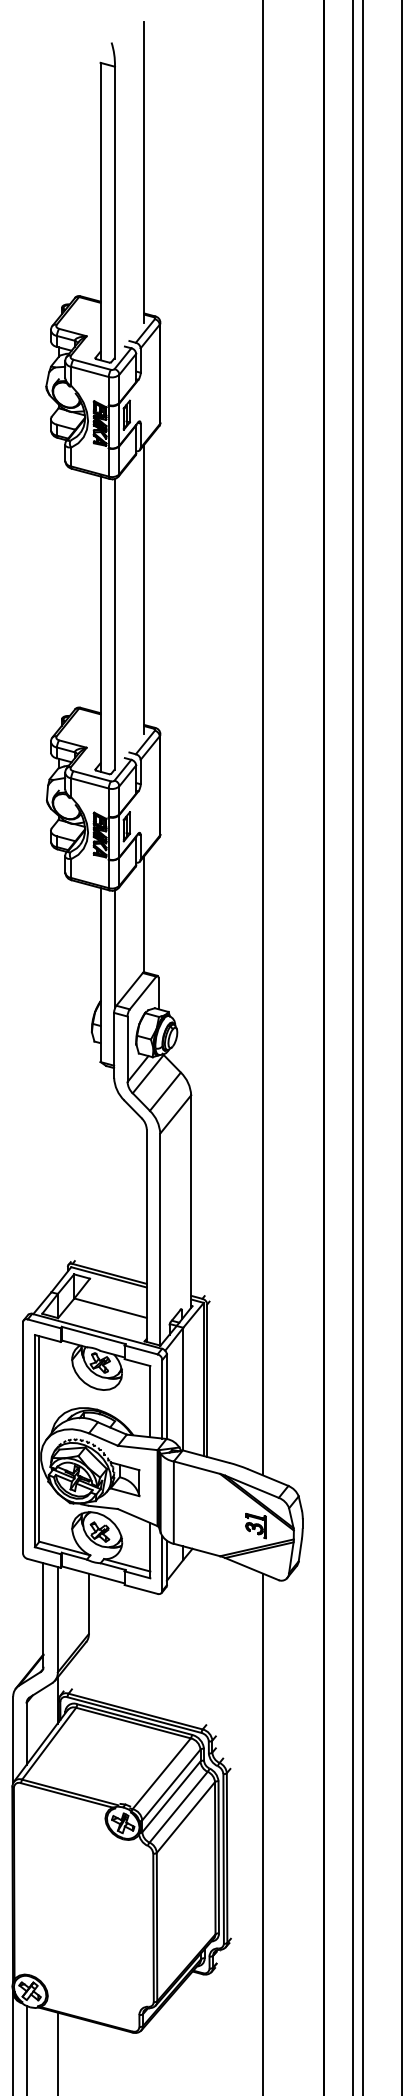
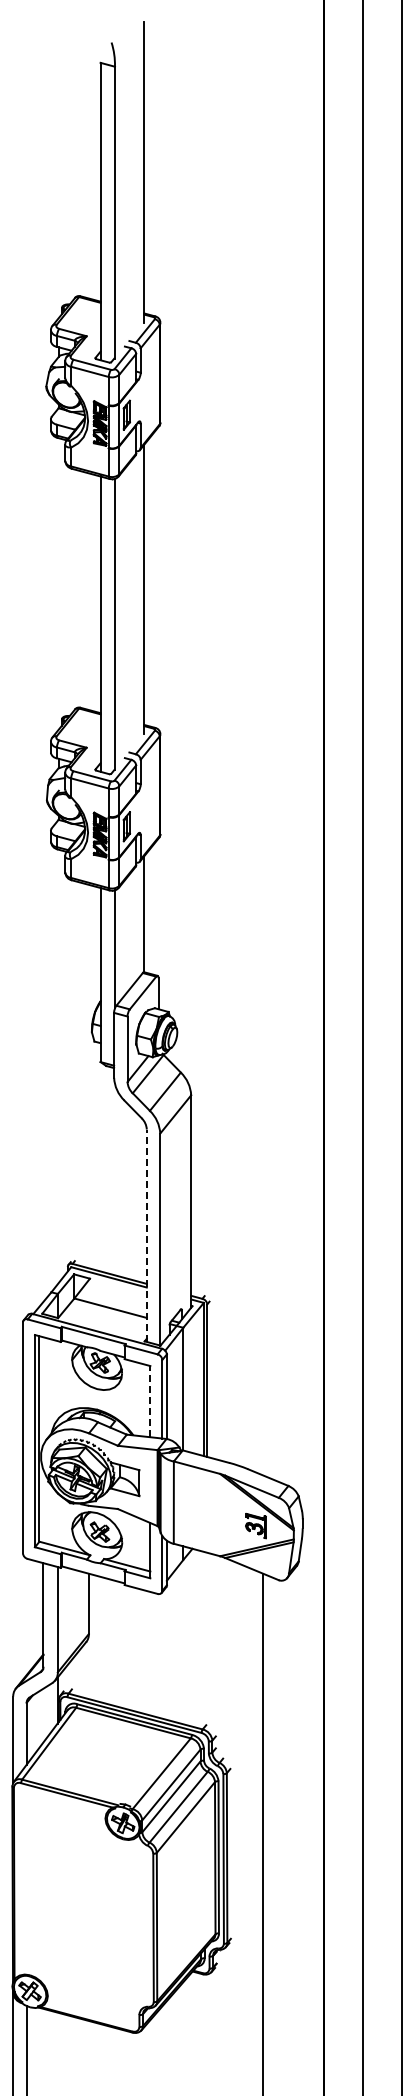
line at (263, 738): present -> none
line at (353, 1047): present -> none
line at (146, 1235): solid -> dashed
line at (150, 1401): solid -> dashed
line at (57, 2052): present -> none
